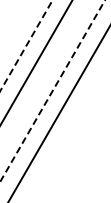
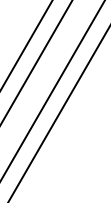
line at (26, 46): dashed -> solid
line at (52, 91): dashed -> solid
